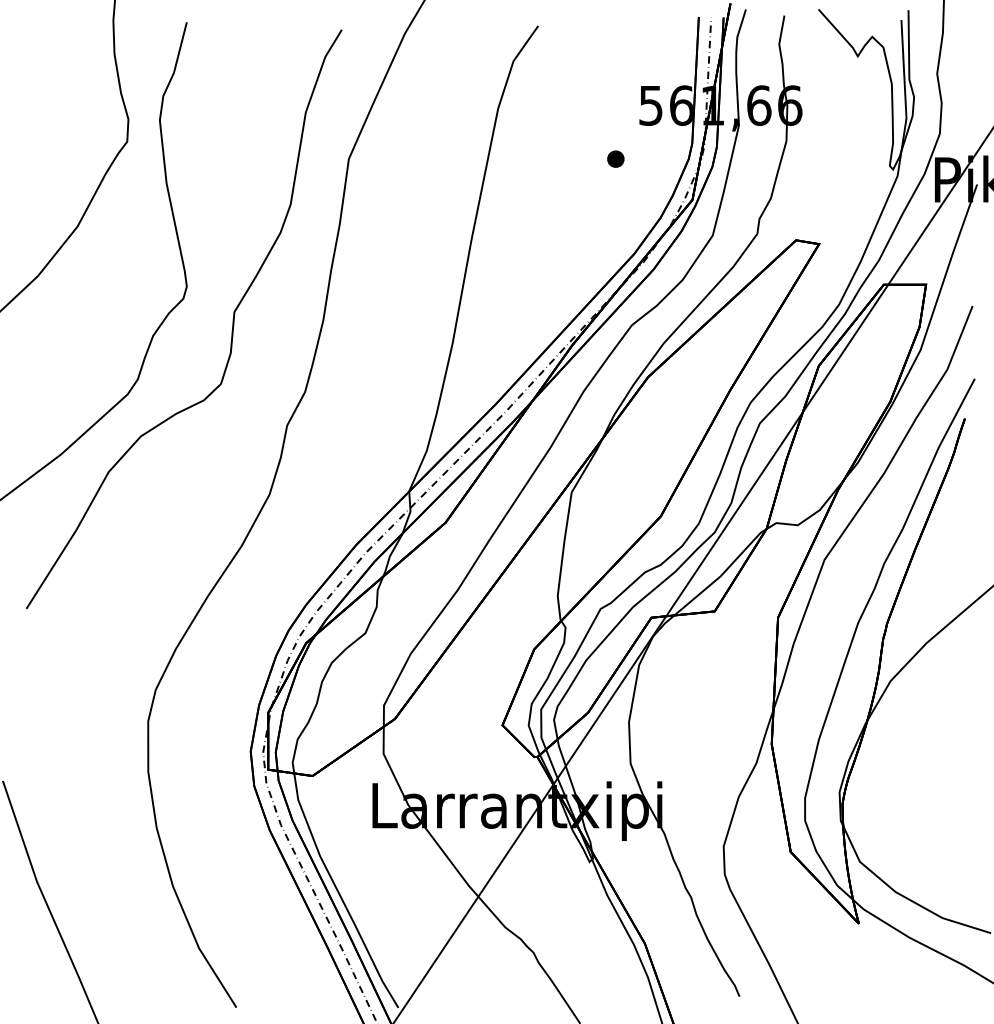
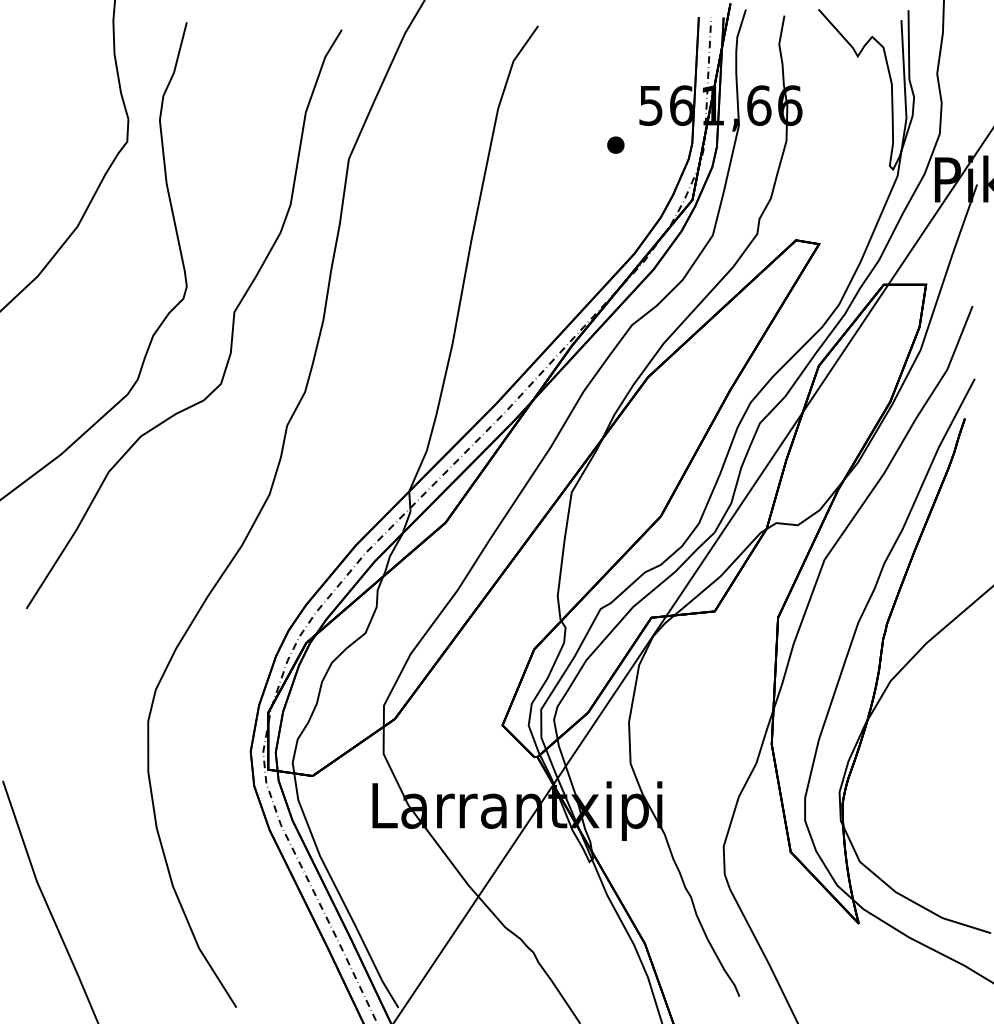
part at (615, 158) position: (615, 158) -> (615, 144)
